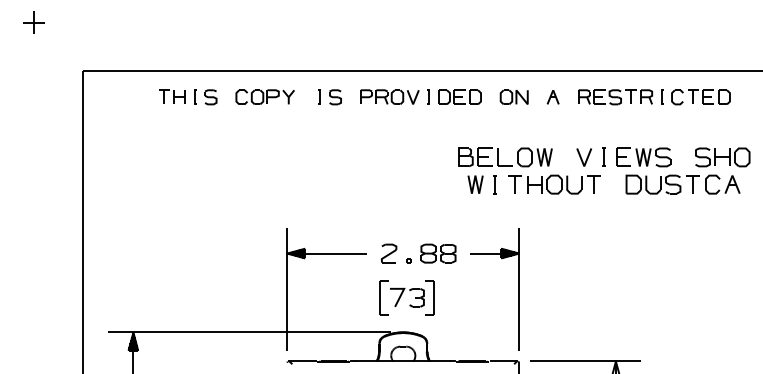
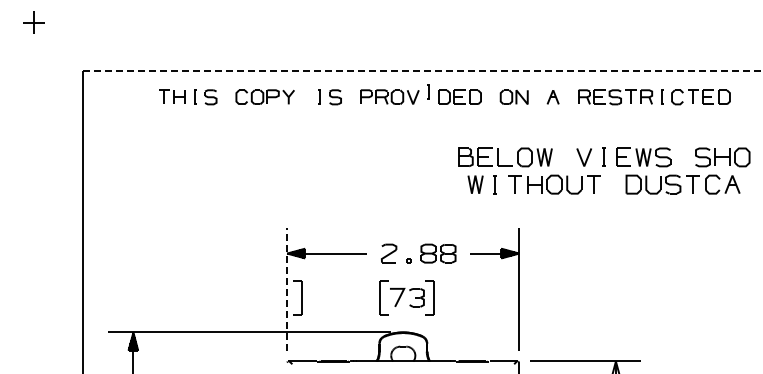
line at (422, 70): solid -> dashed
line at (428, 96) position: (428, 96) -> (428, 91)
line at (287, 289): solid -> dashed
part at (297, 297): none -> present
